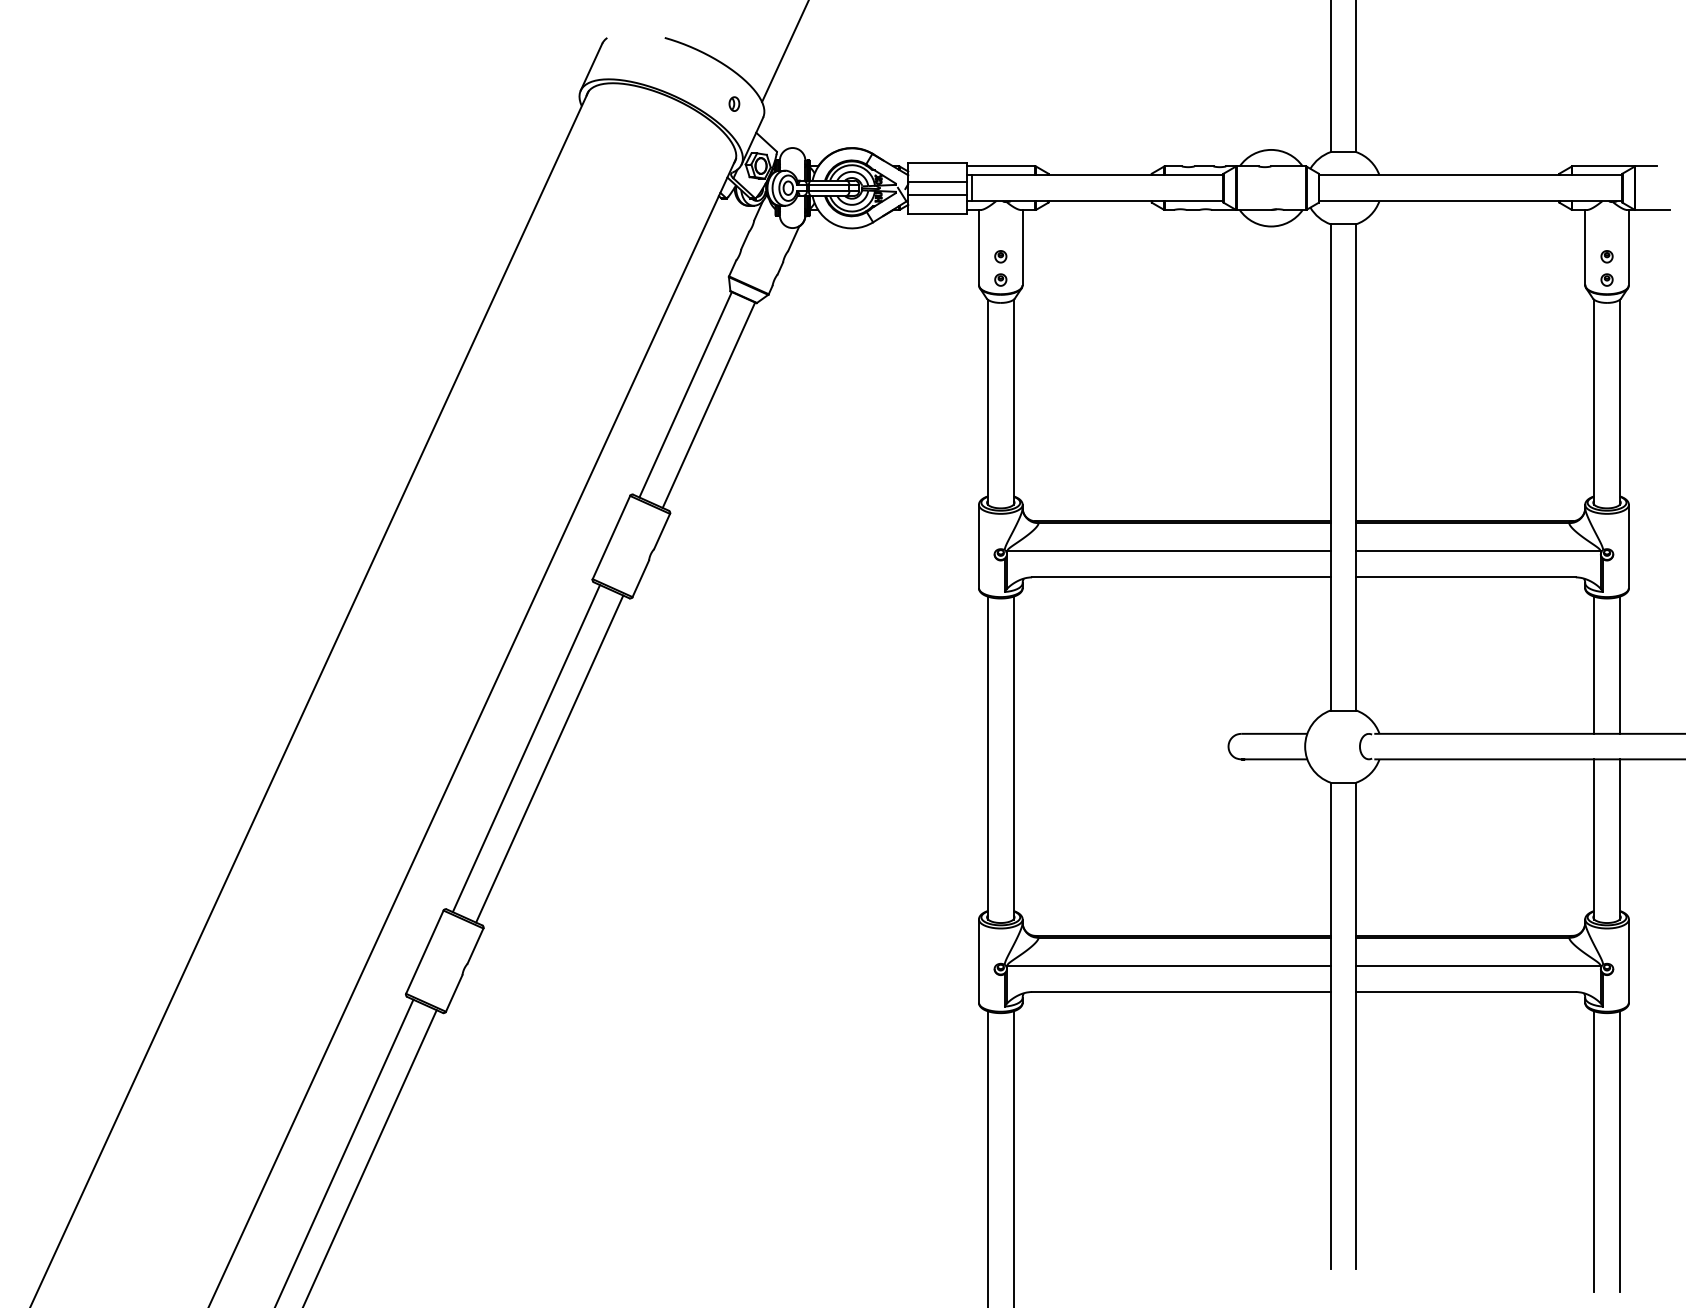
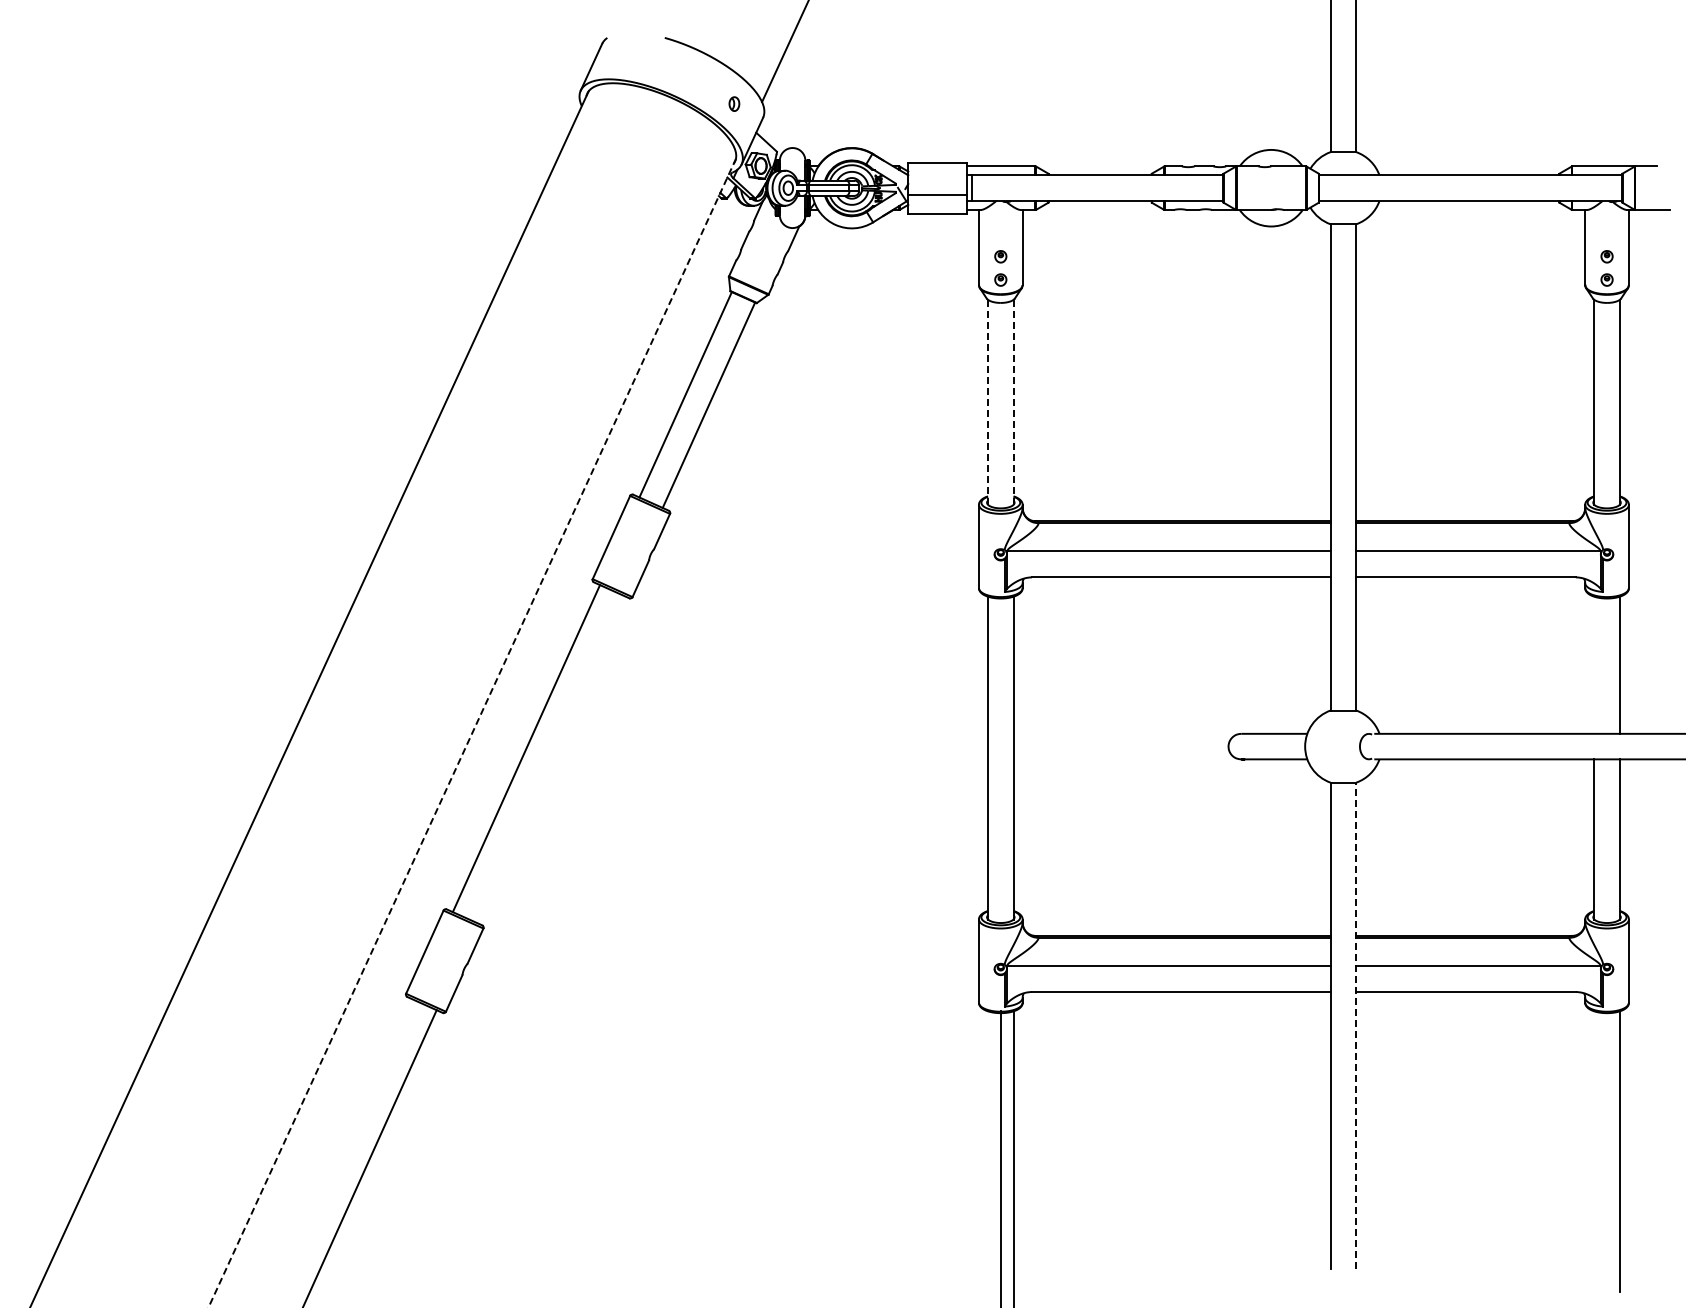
line at (937, 181): present -> none
line at (988, 402): solid -> dashed
line at (1013, 402): solid -> dashed
line at (1594, 664): present -> none
line at (472, 733): solid -> dashed
line at (549, 758): present -> none
line at (1356, 1025): solid -> dashed
line at (344, 1151): present -> none
line at (1594, 1151): present -> none
line at (988, 1157) position: (988, 1157) -> (1001, 1157)
